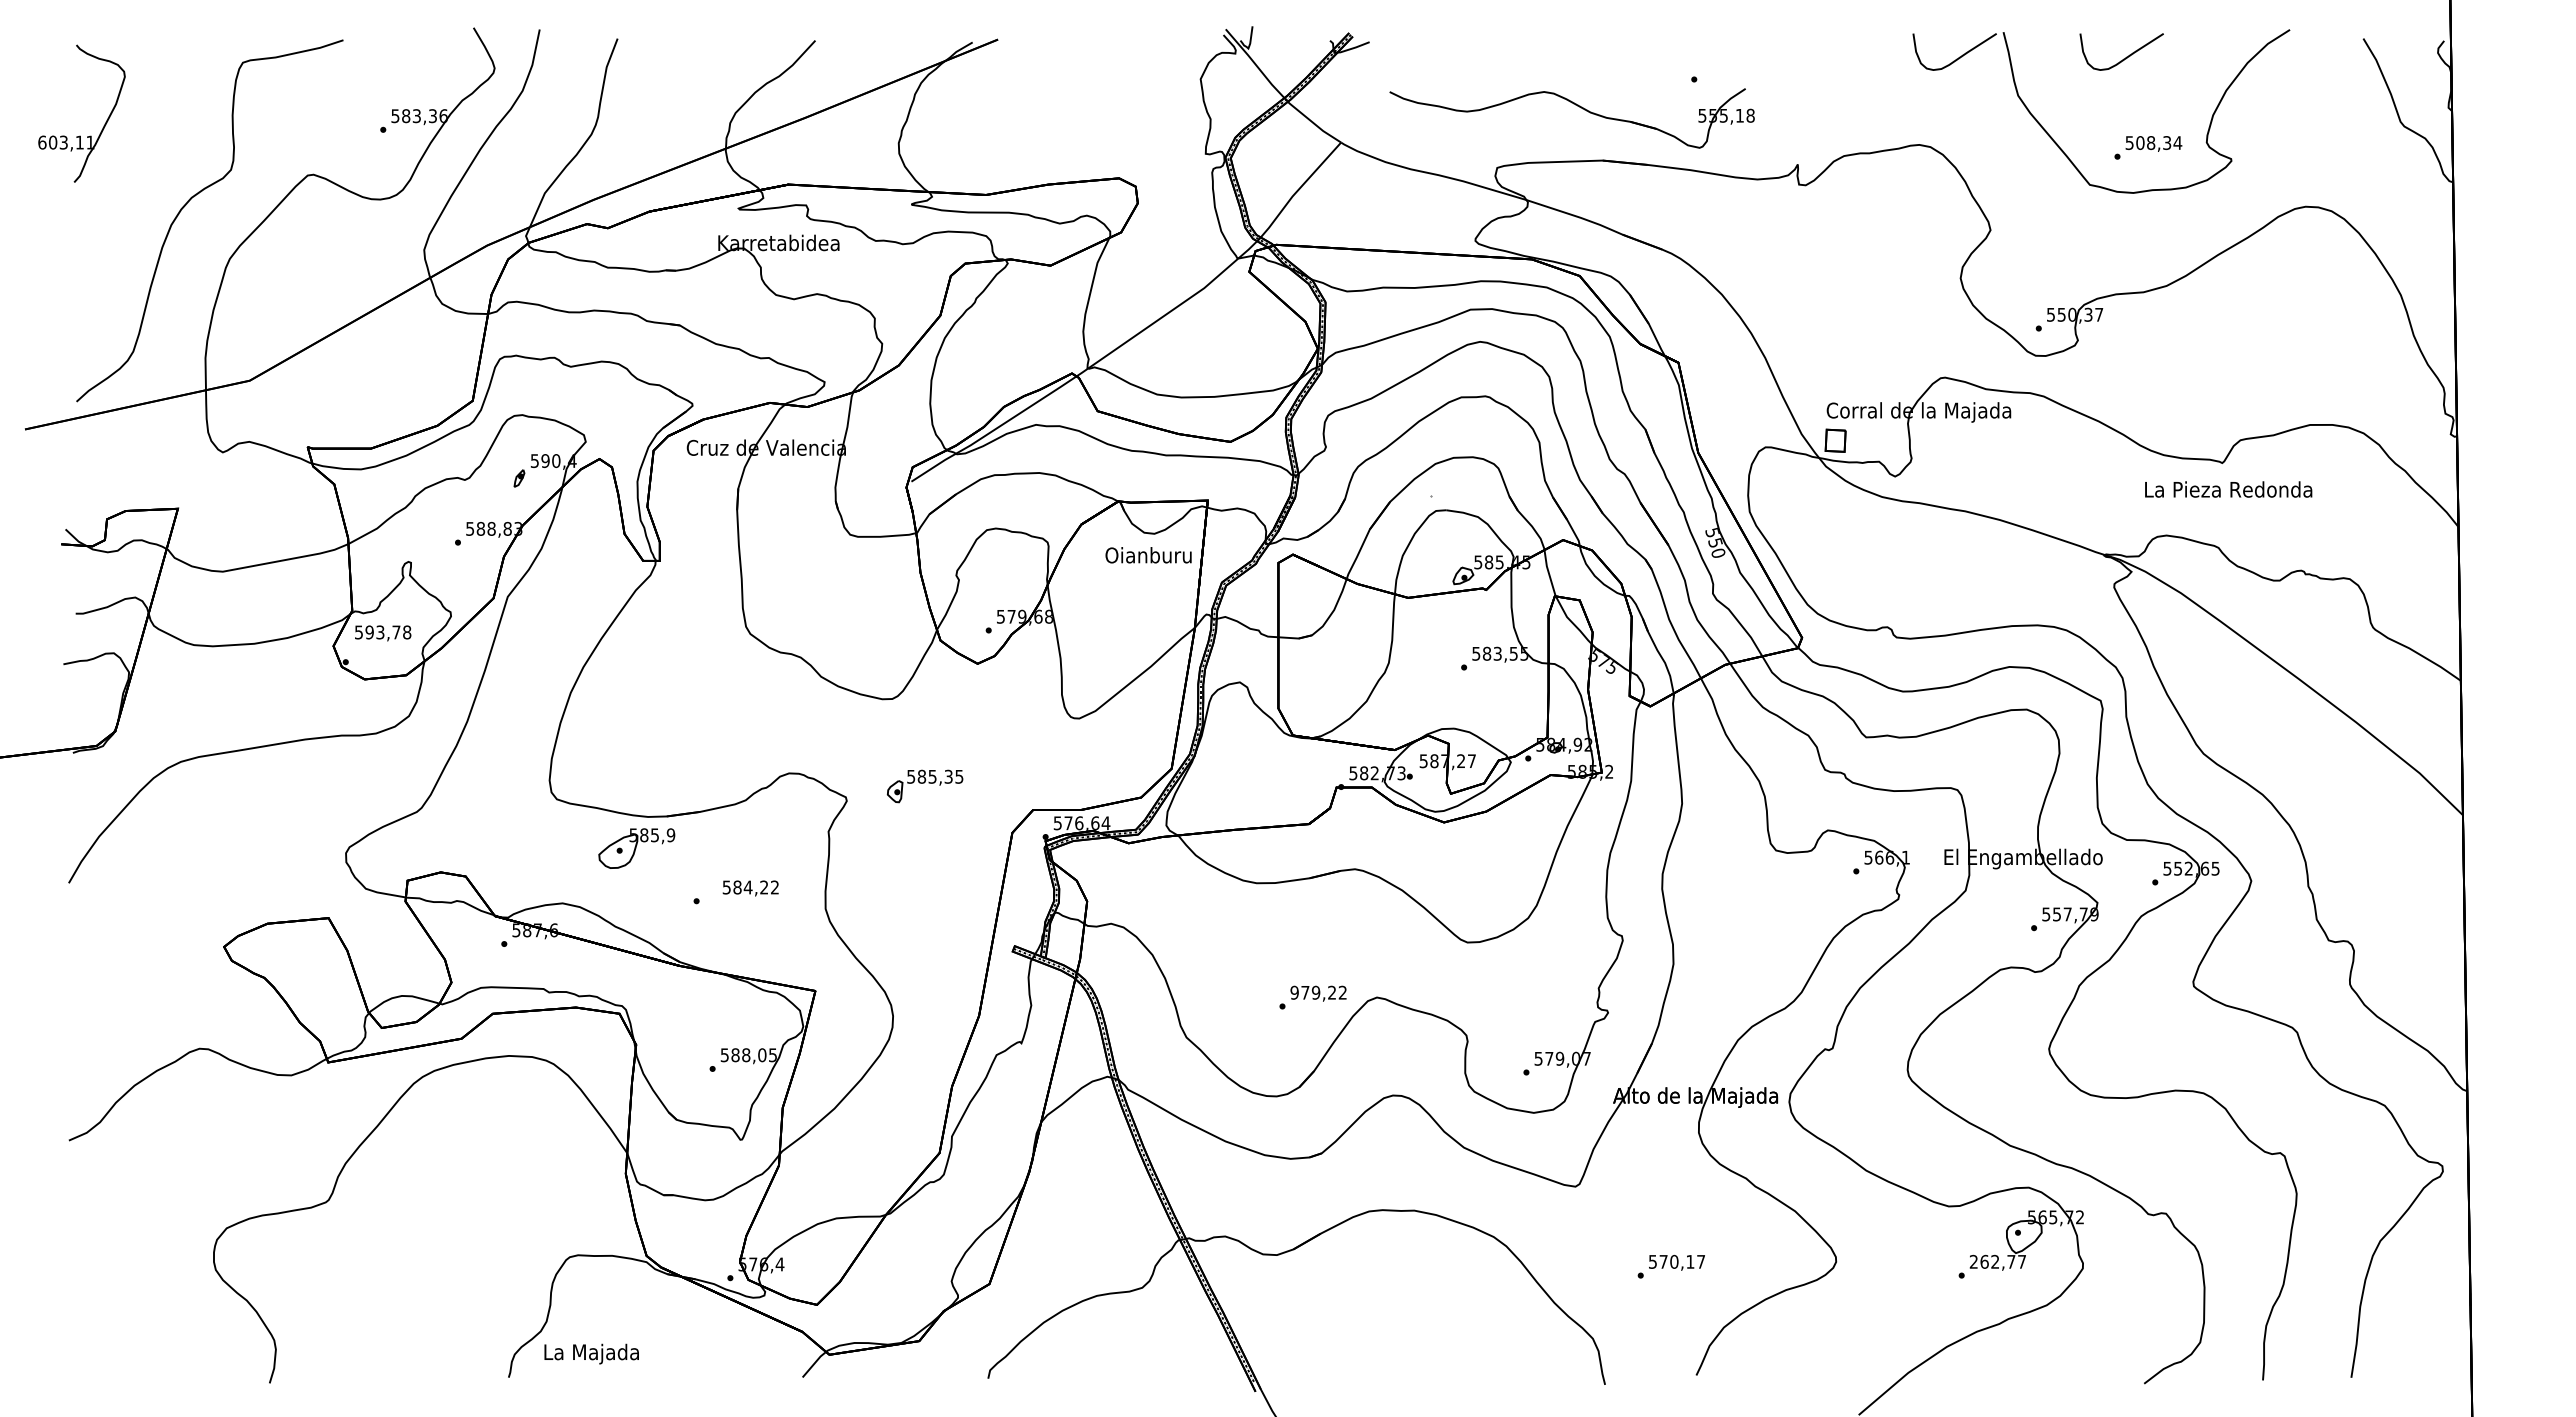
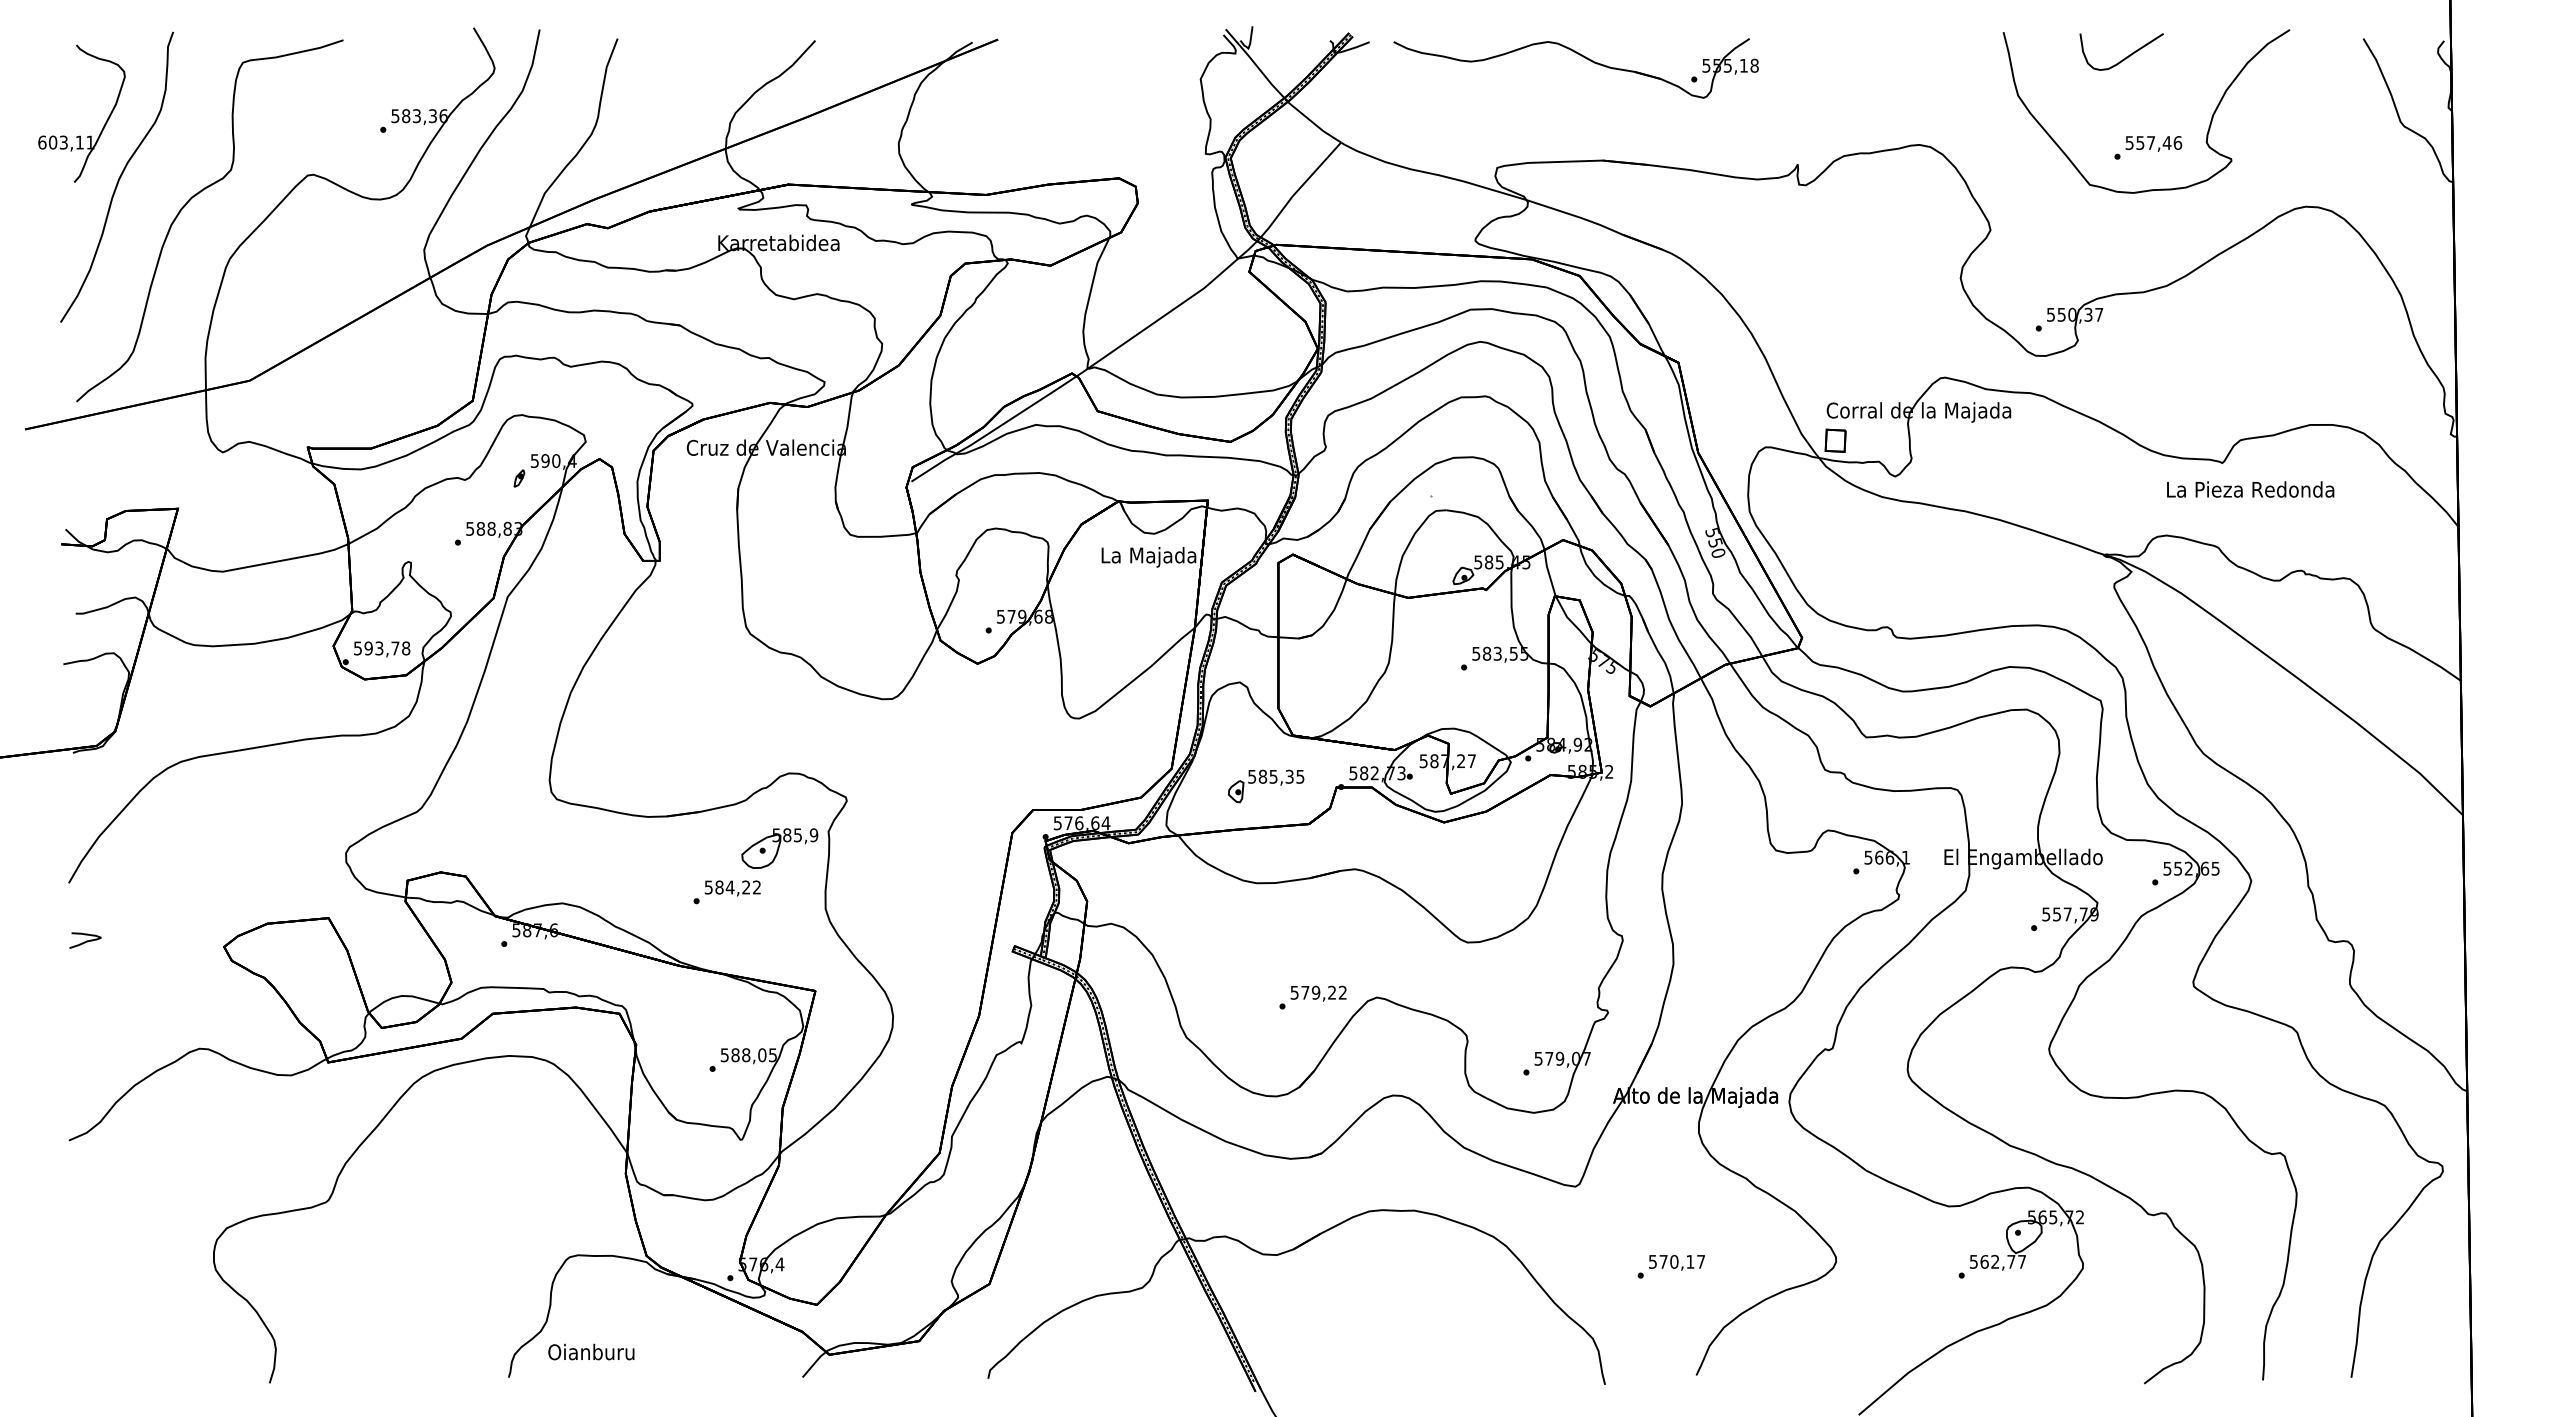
curve at (1959, 56): present -> none
part at (1577, 106) position: (1577, 106) -> (1581, 56)
text at (2159, 143): 508,34 -> 557,46
curve at (118, 178): none -> present
text at (2228, 489) position: (2228, 489) -> (2250, 489)
text at (1148, 557): Oianburu -> La Majada
text at (383, 633) position: (383, 633) -> (382, 649)
part at (924, 786) position: (924, 786) -> (1265, 786)
part at (636, 848) position: (636, 848) -> (779, 848)
text at (750, 888) position: (750, 888) -> (732, 888)
curve at (86, 940): none -> present
text at (1294, 992): 979,22 -> 579,22
text at (1973, 1261): 262,77 -> 562,77
text at (591, 1353): La Majada -> Oianburu
